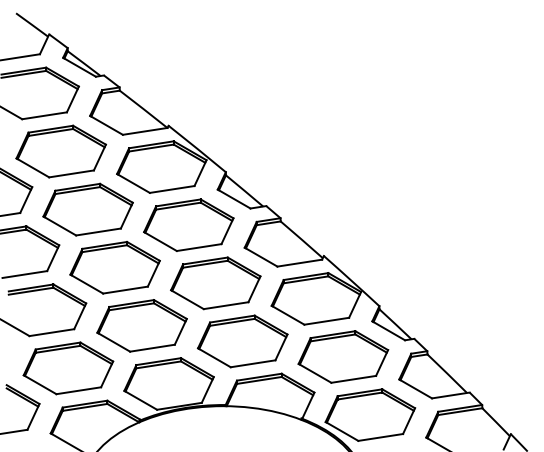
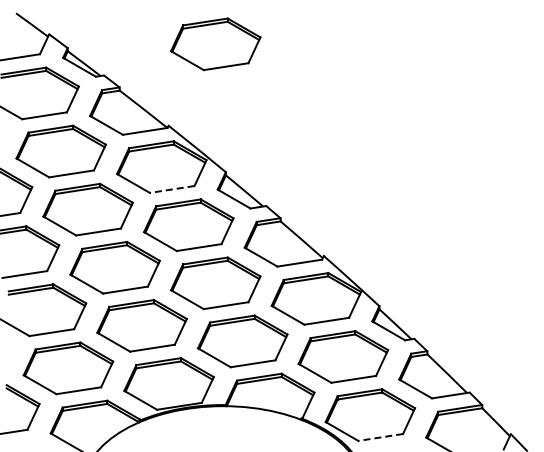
part at (215, 44): none -> present
line at (172, 189): solid -> dashed
line at (380, 437): solid -> dashed
